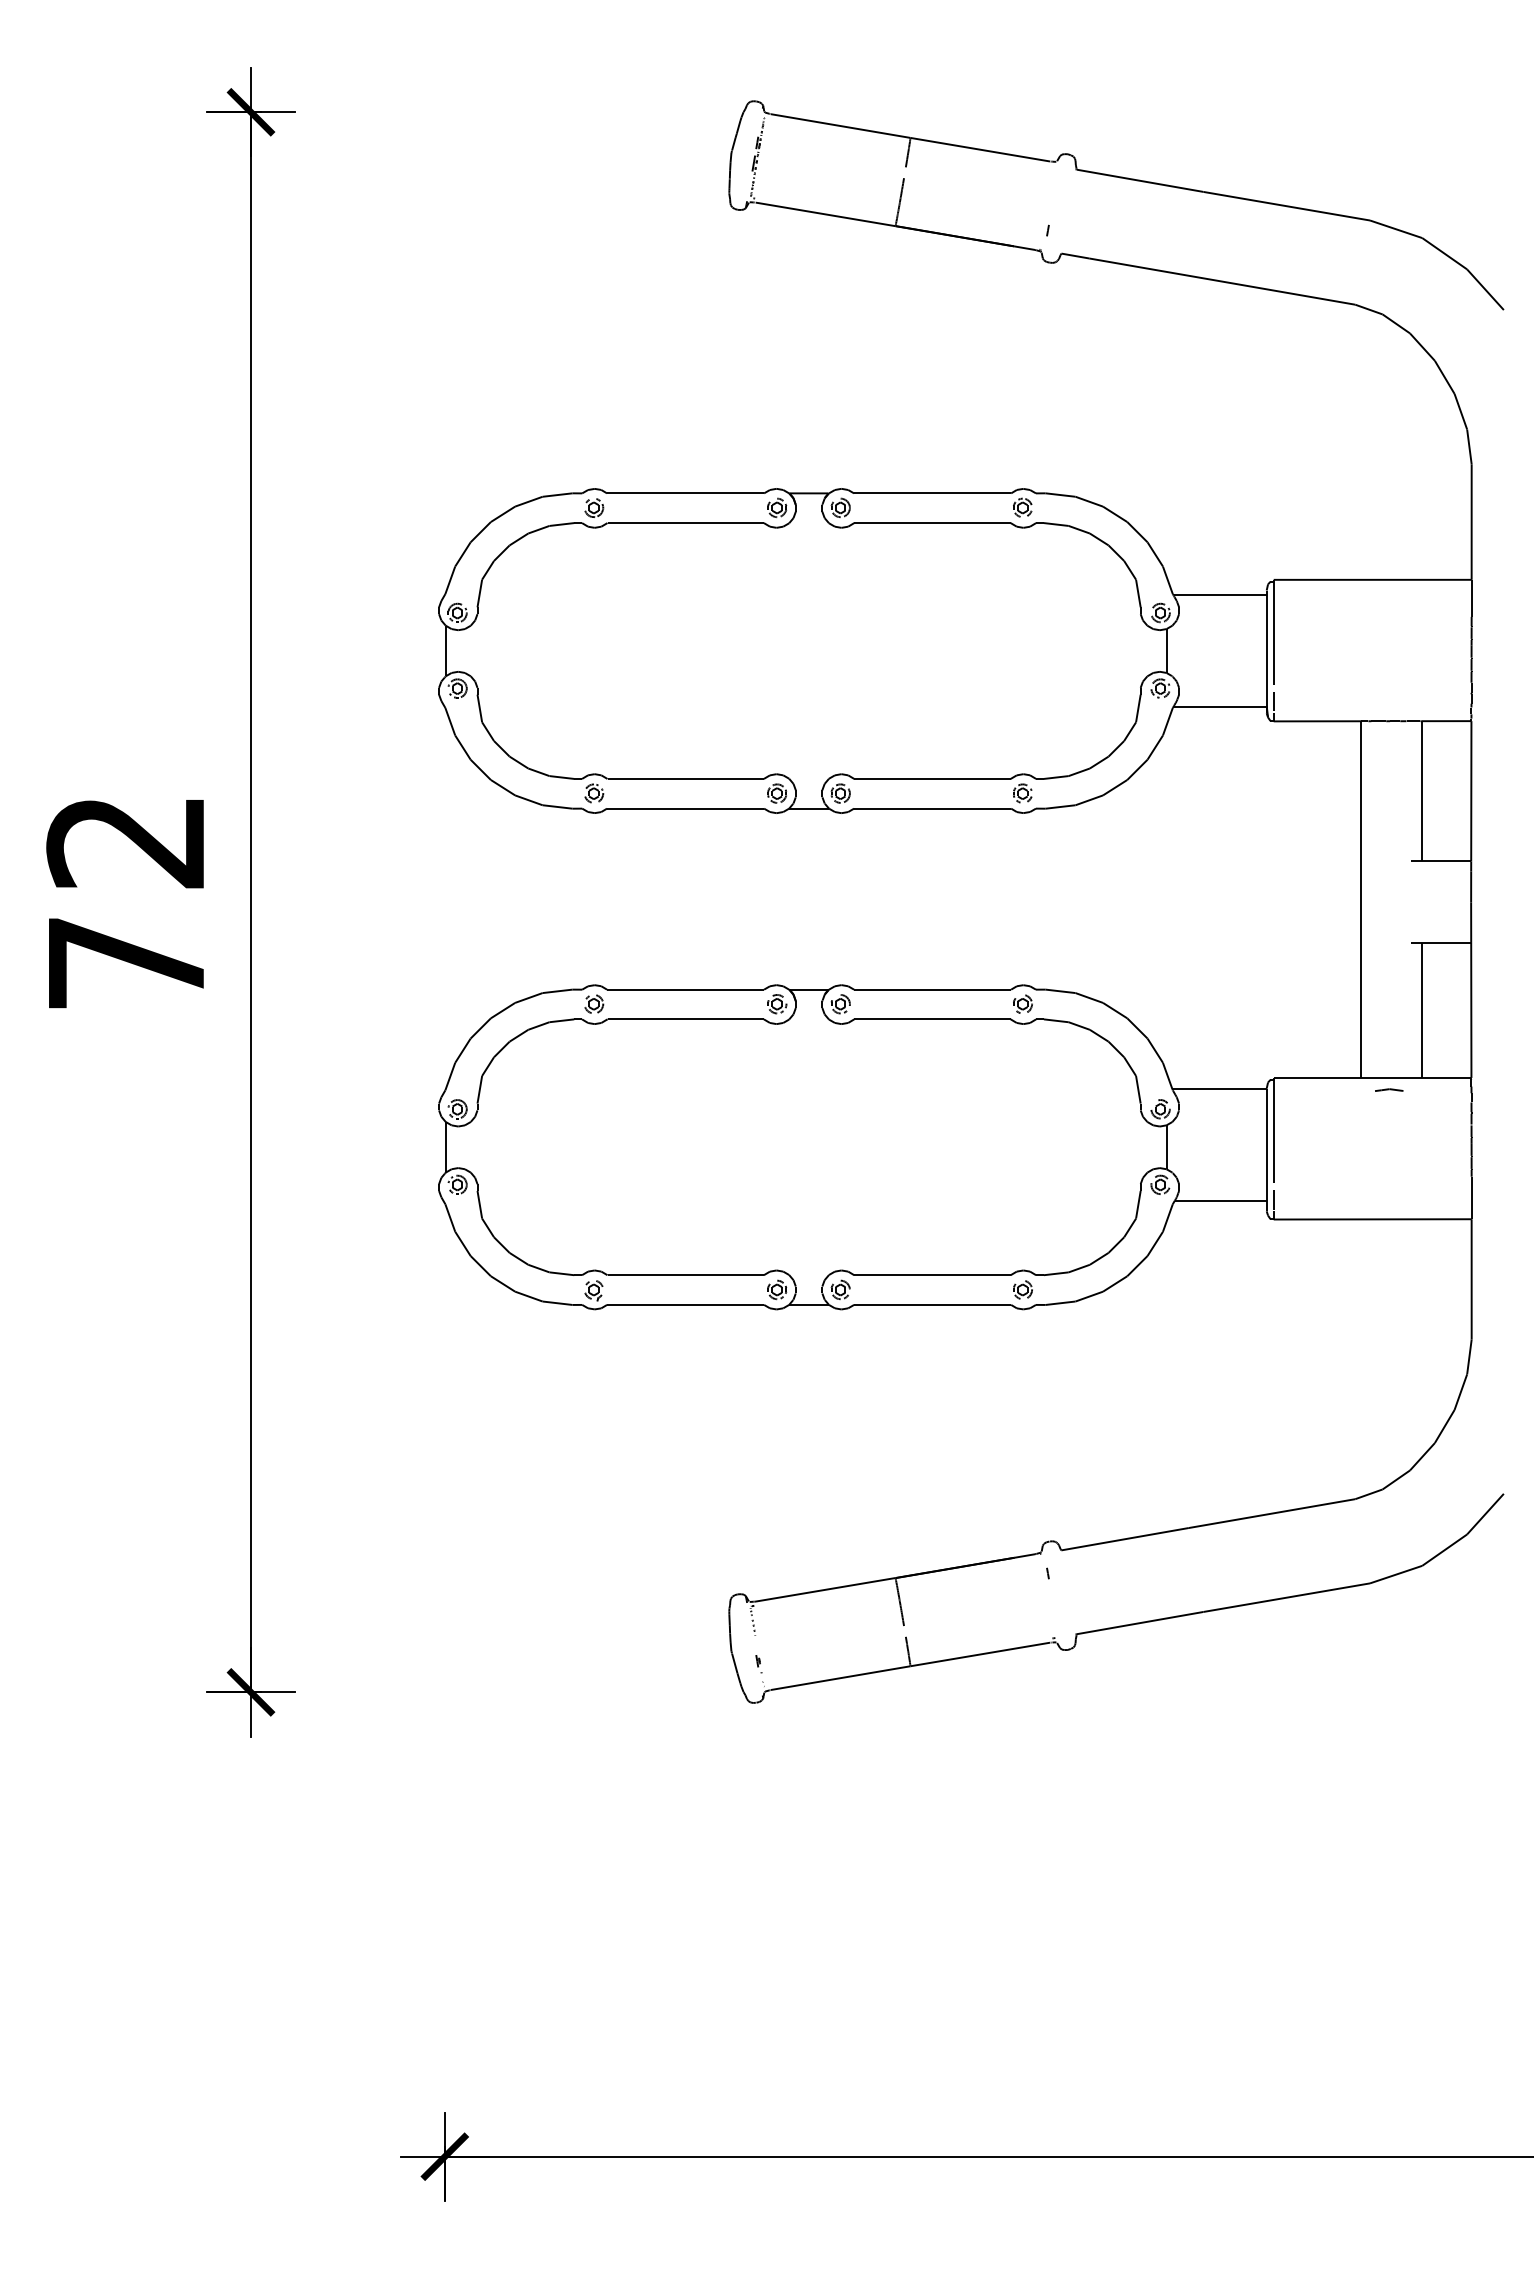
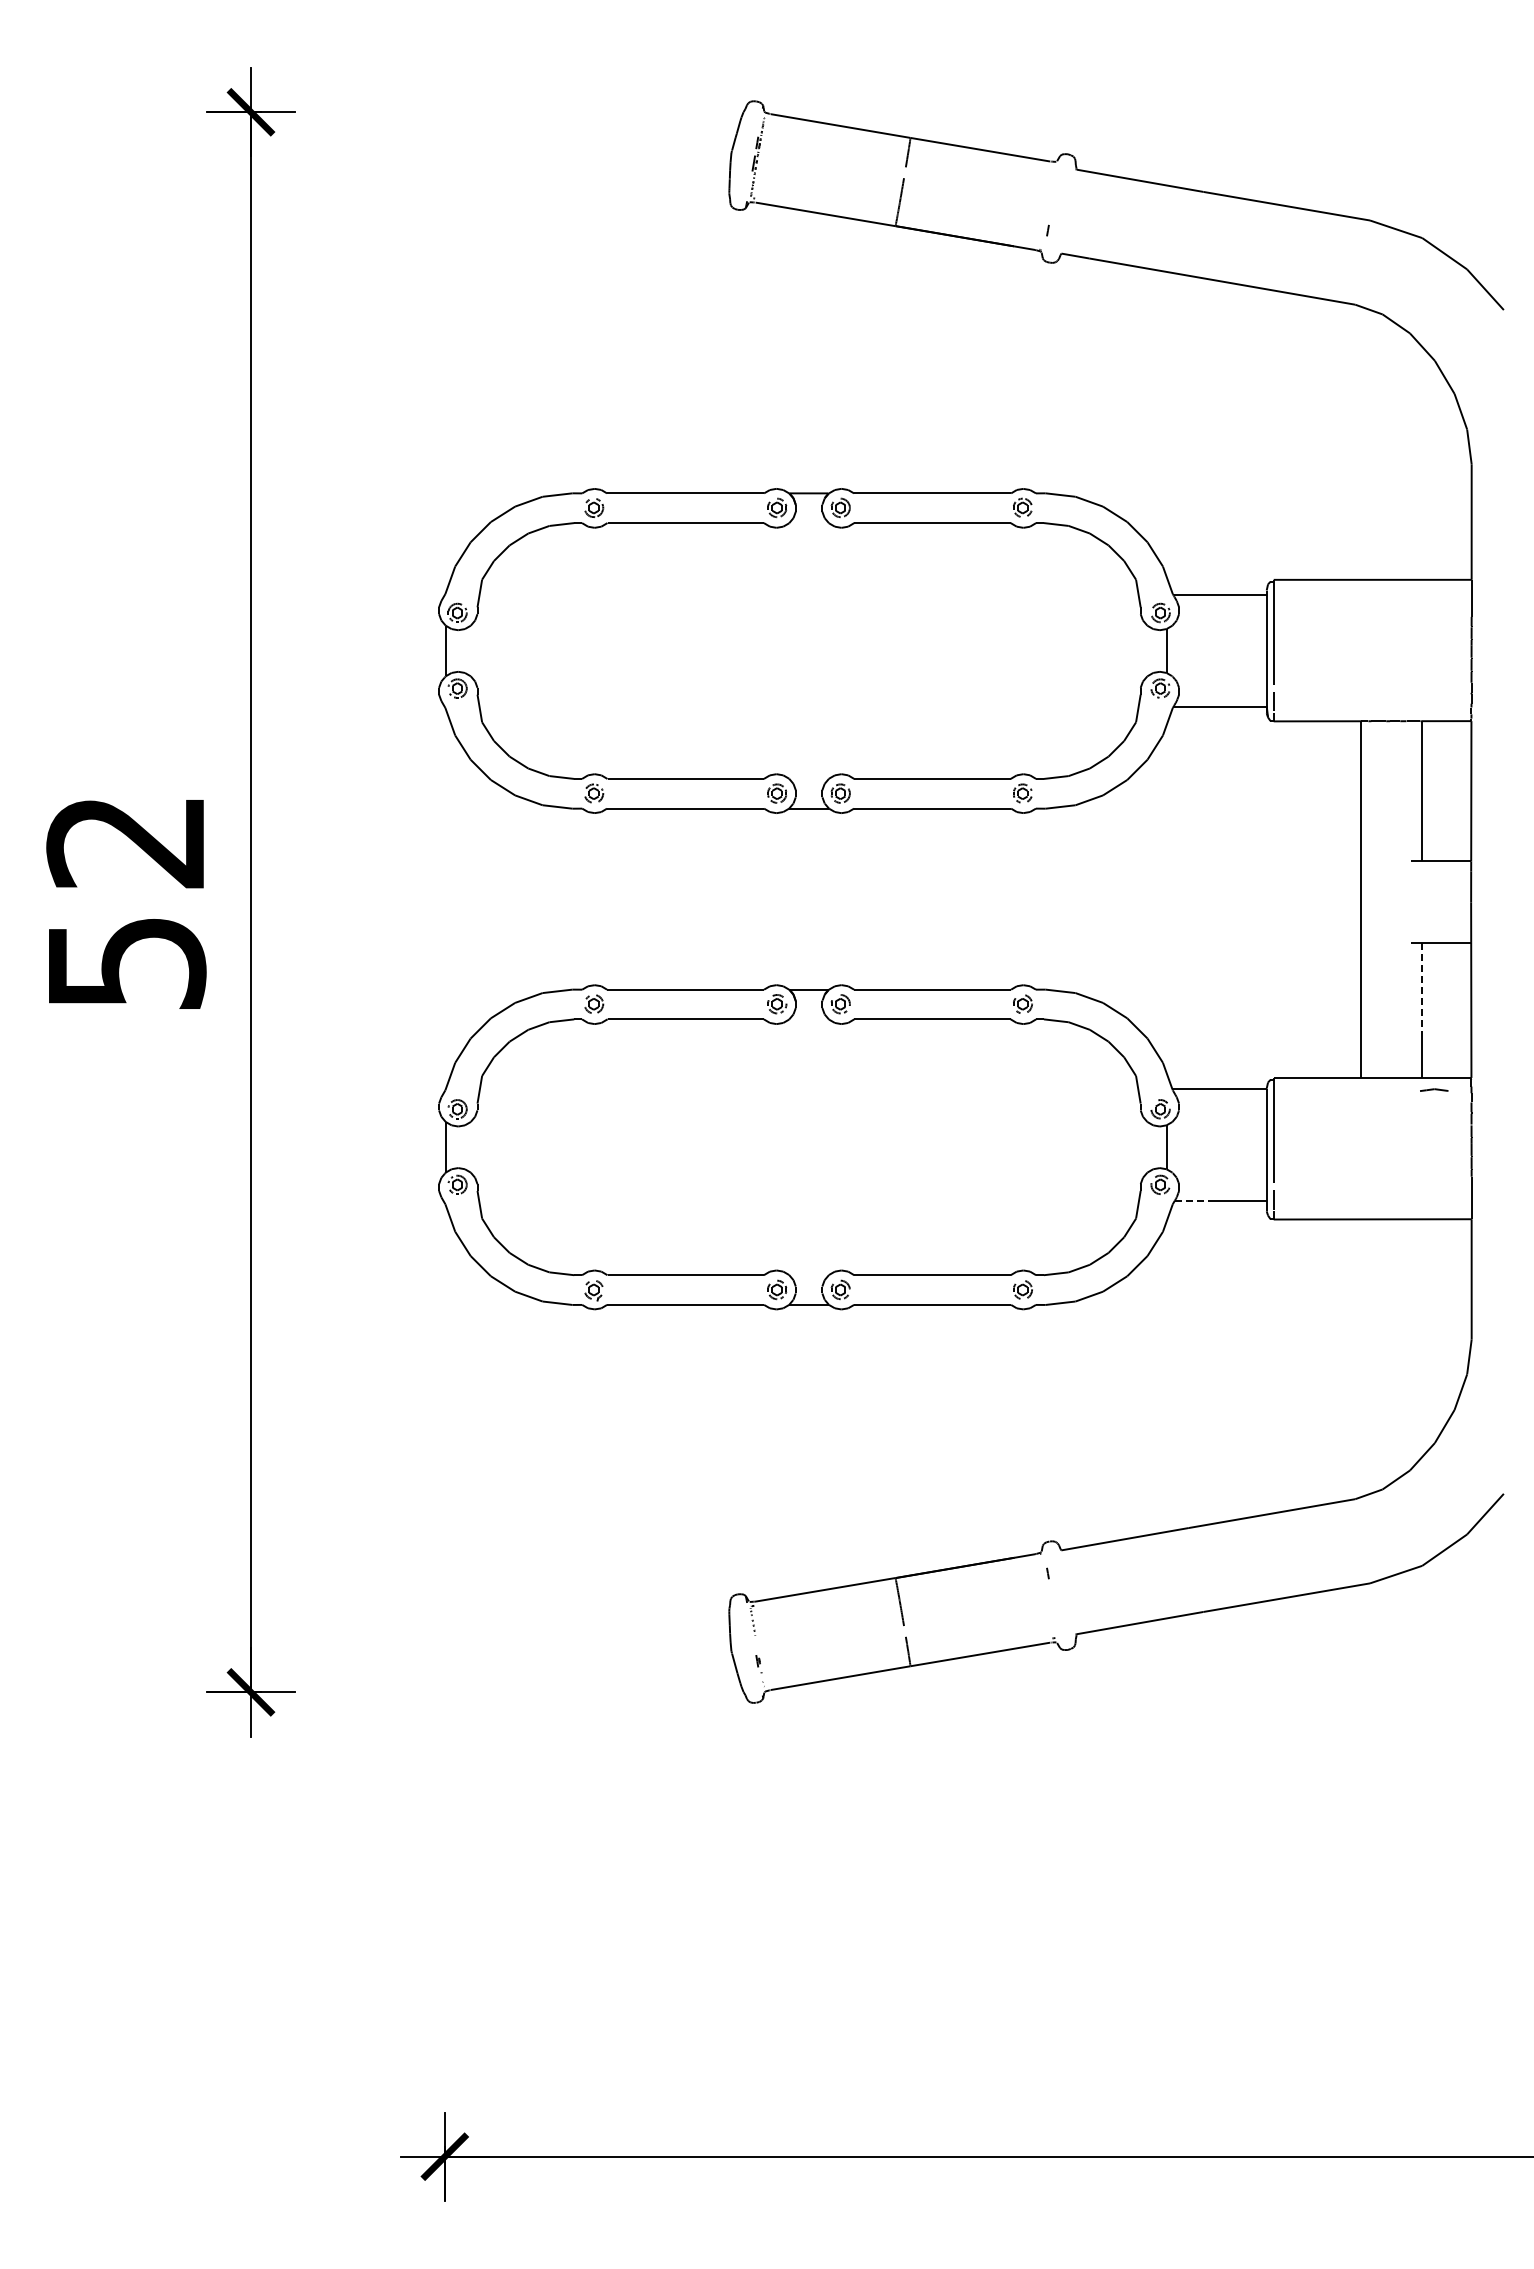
text at (127, 963): 72 -> 52
line at (1421, 988): solid -> dashed
line at (1389, 1089) position: (1389, 1089) -> (1434, 1089)
line at (1194, 1200): solid -> dashed
